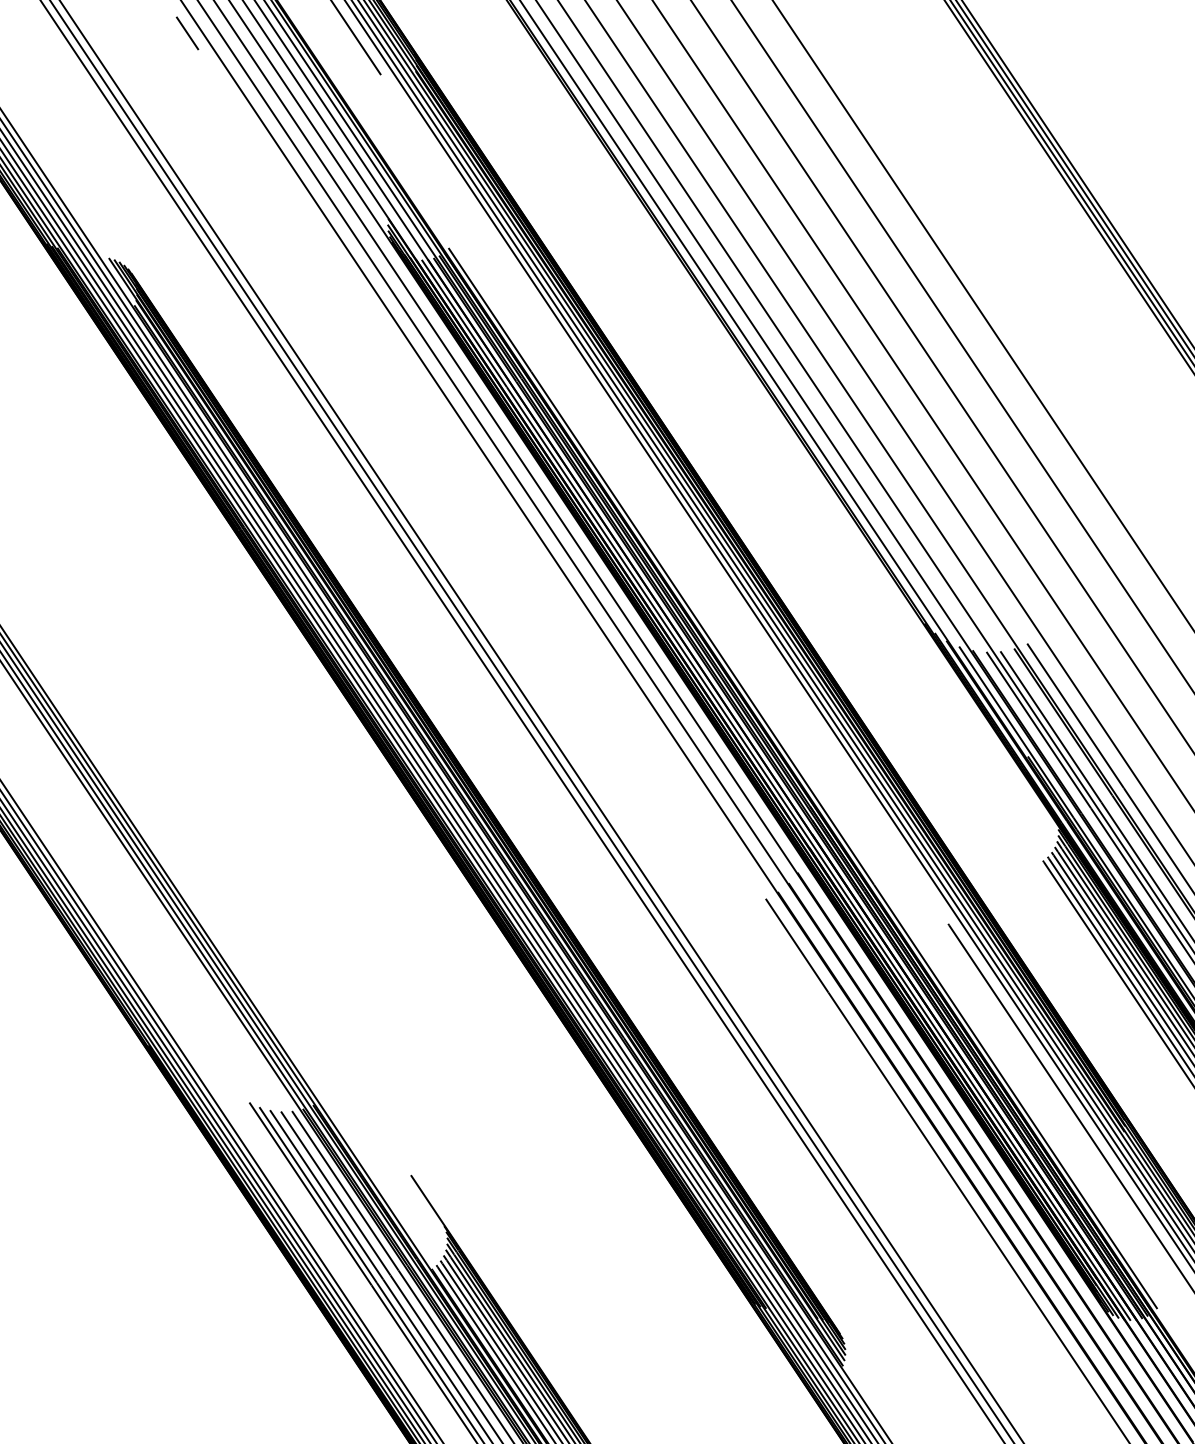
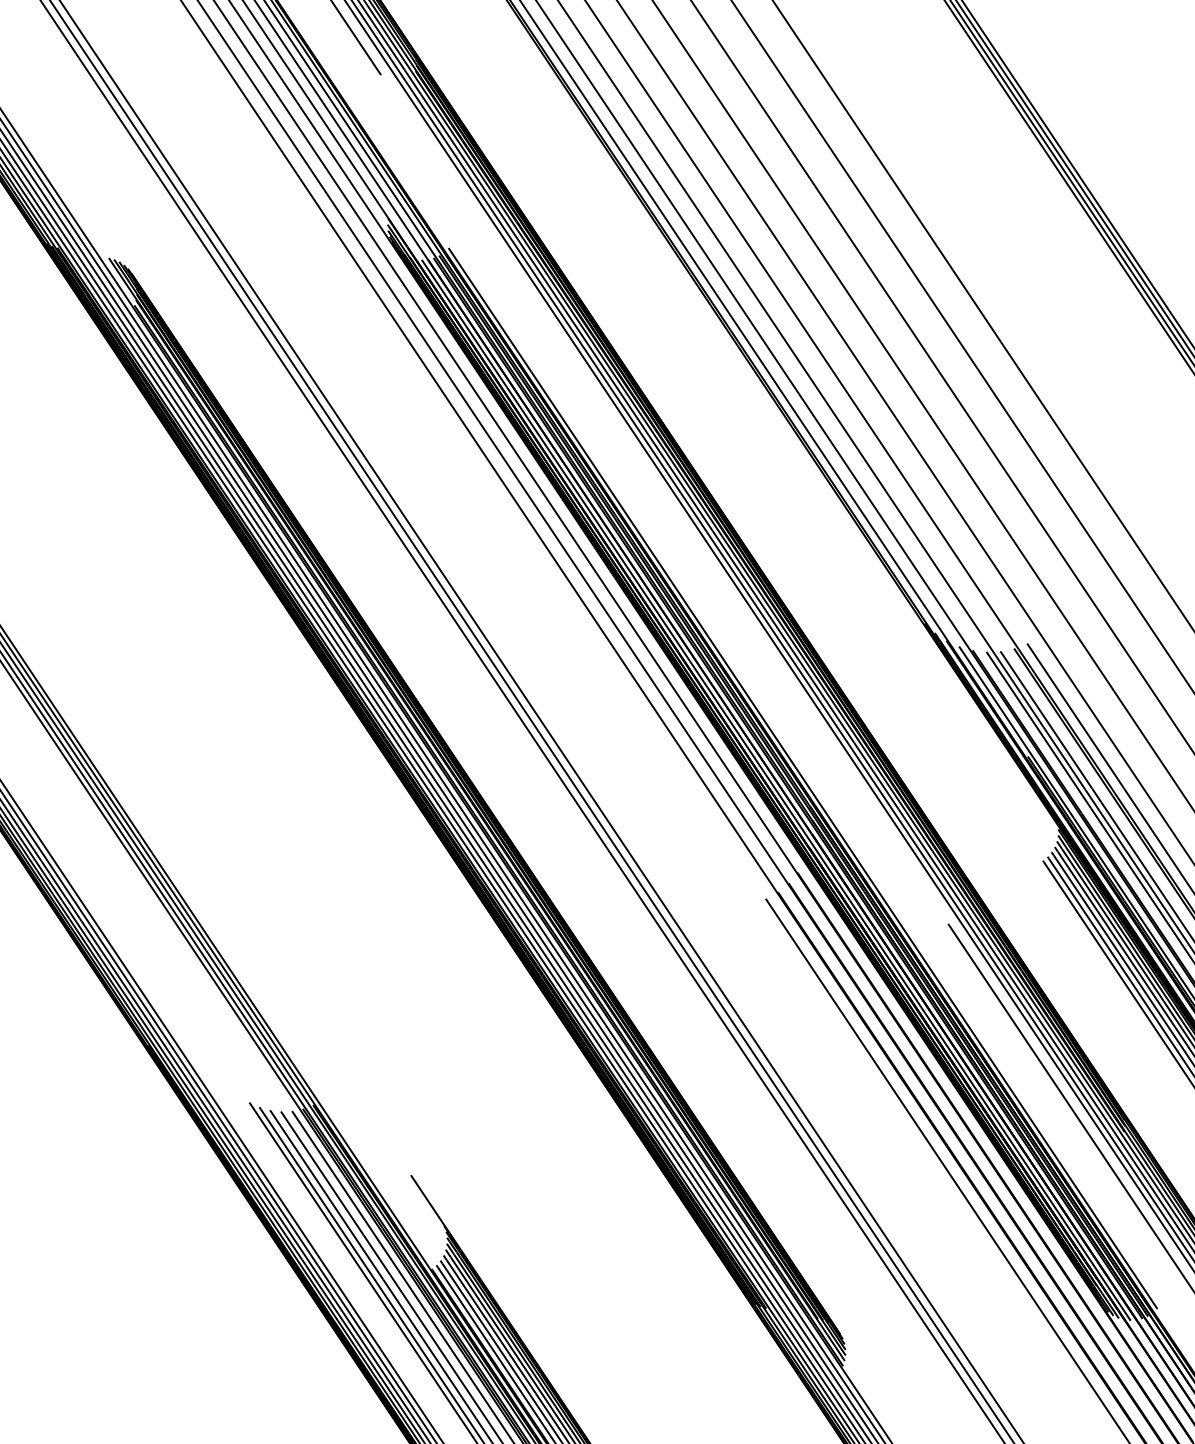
line at (187, 33): present -> none
